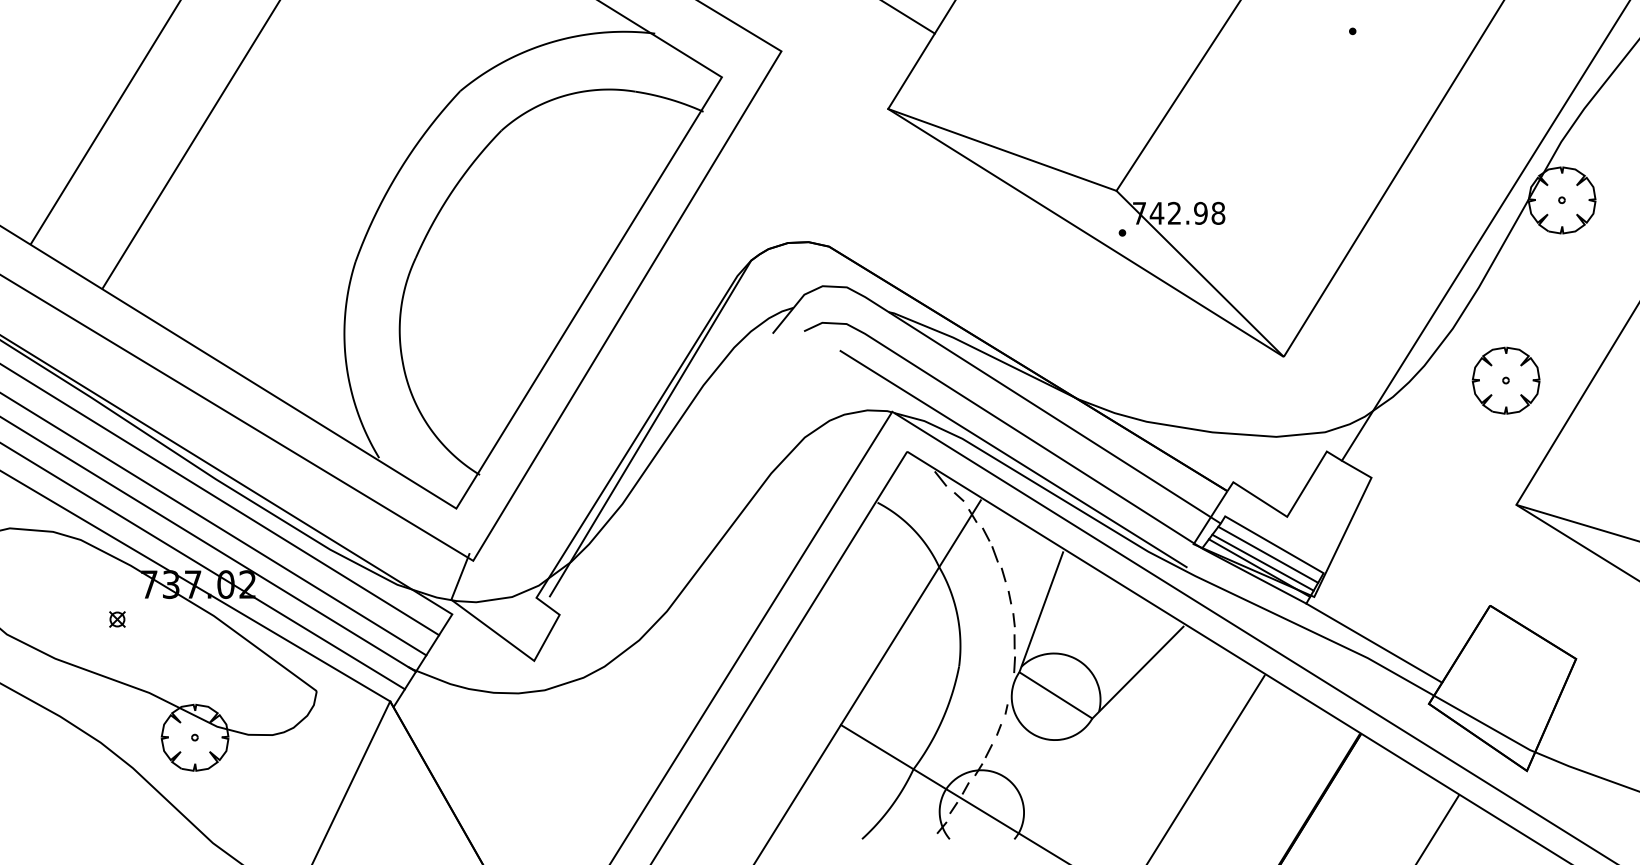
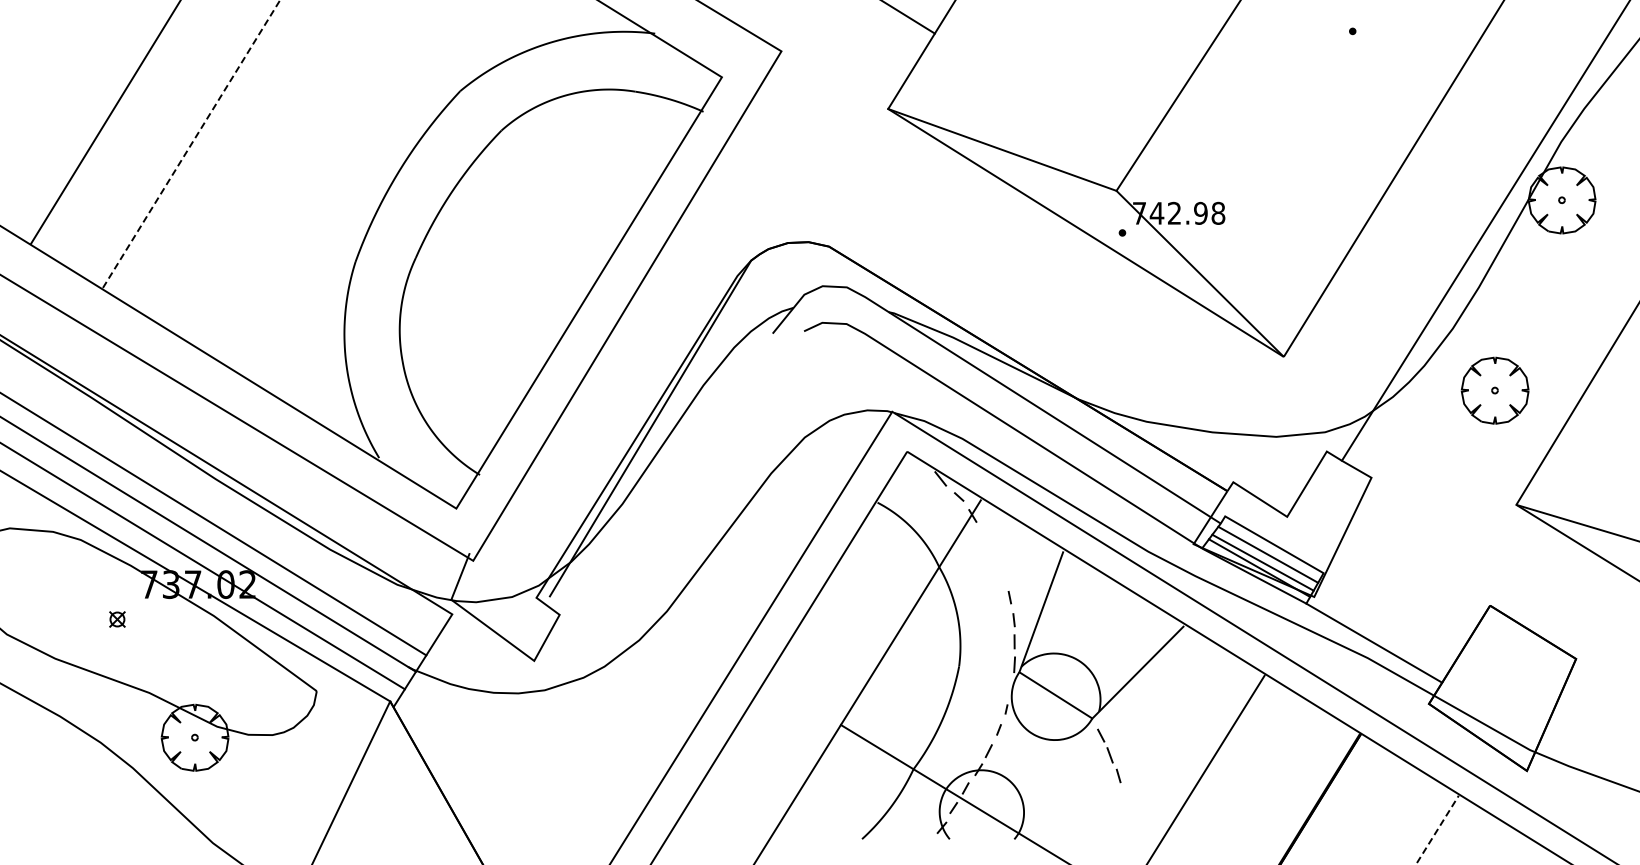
line at (191, 144): solid -> dashed
part at (1505, 380) position: (1505, 380) -> (1494, 390)
line at (1013, 459): present -> none
line at (220, 500): present -> none
part at (994, 554) position: (994, 554) -> (1109, 755)
line at (1437, 829): solid -> dashed
